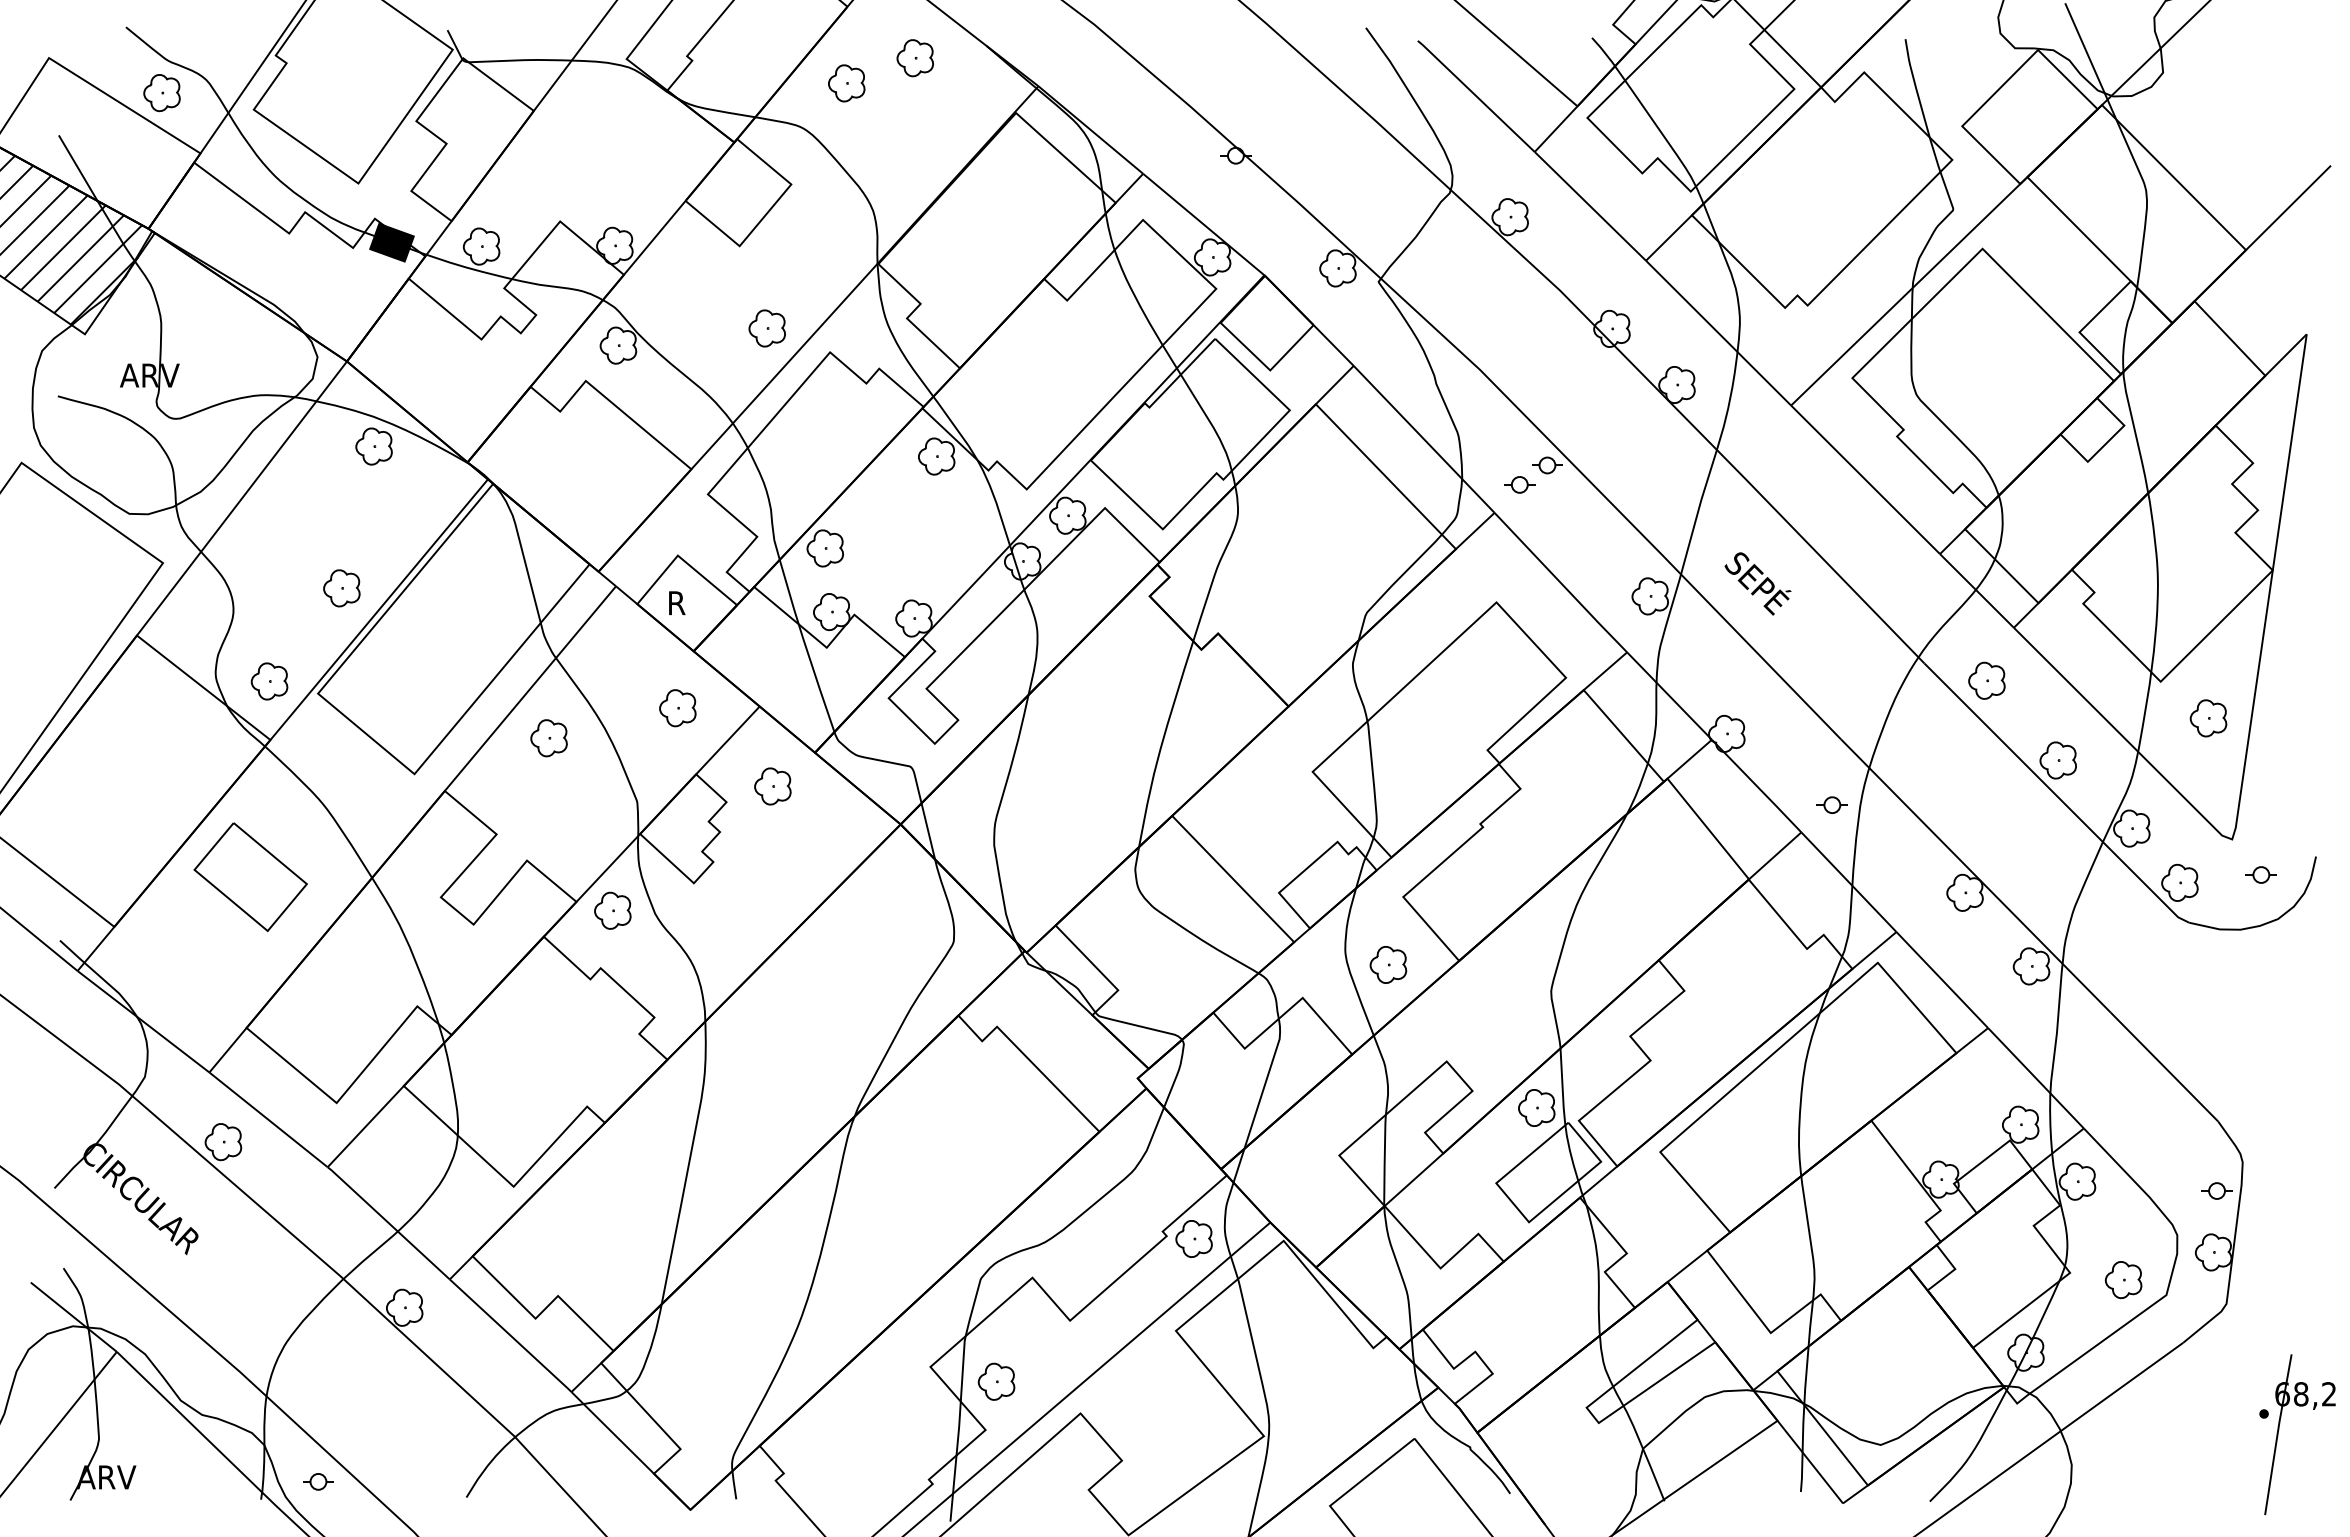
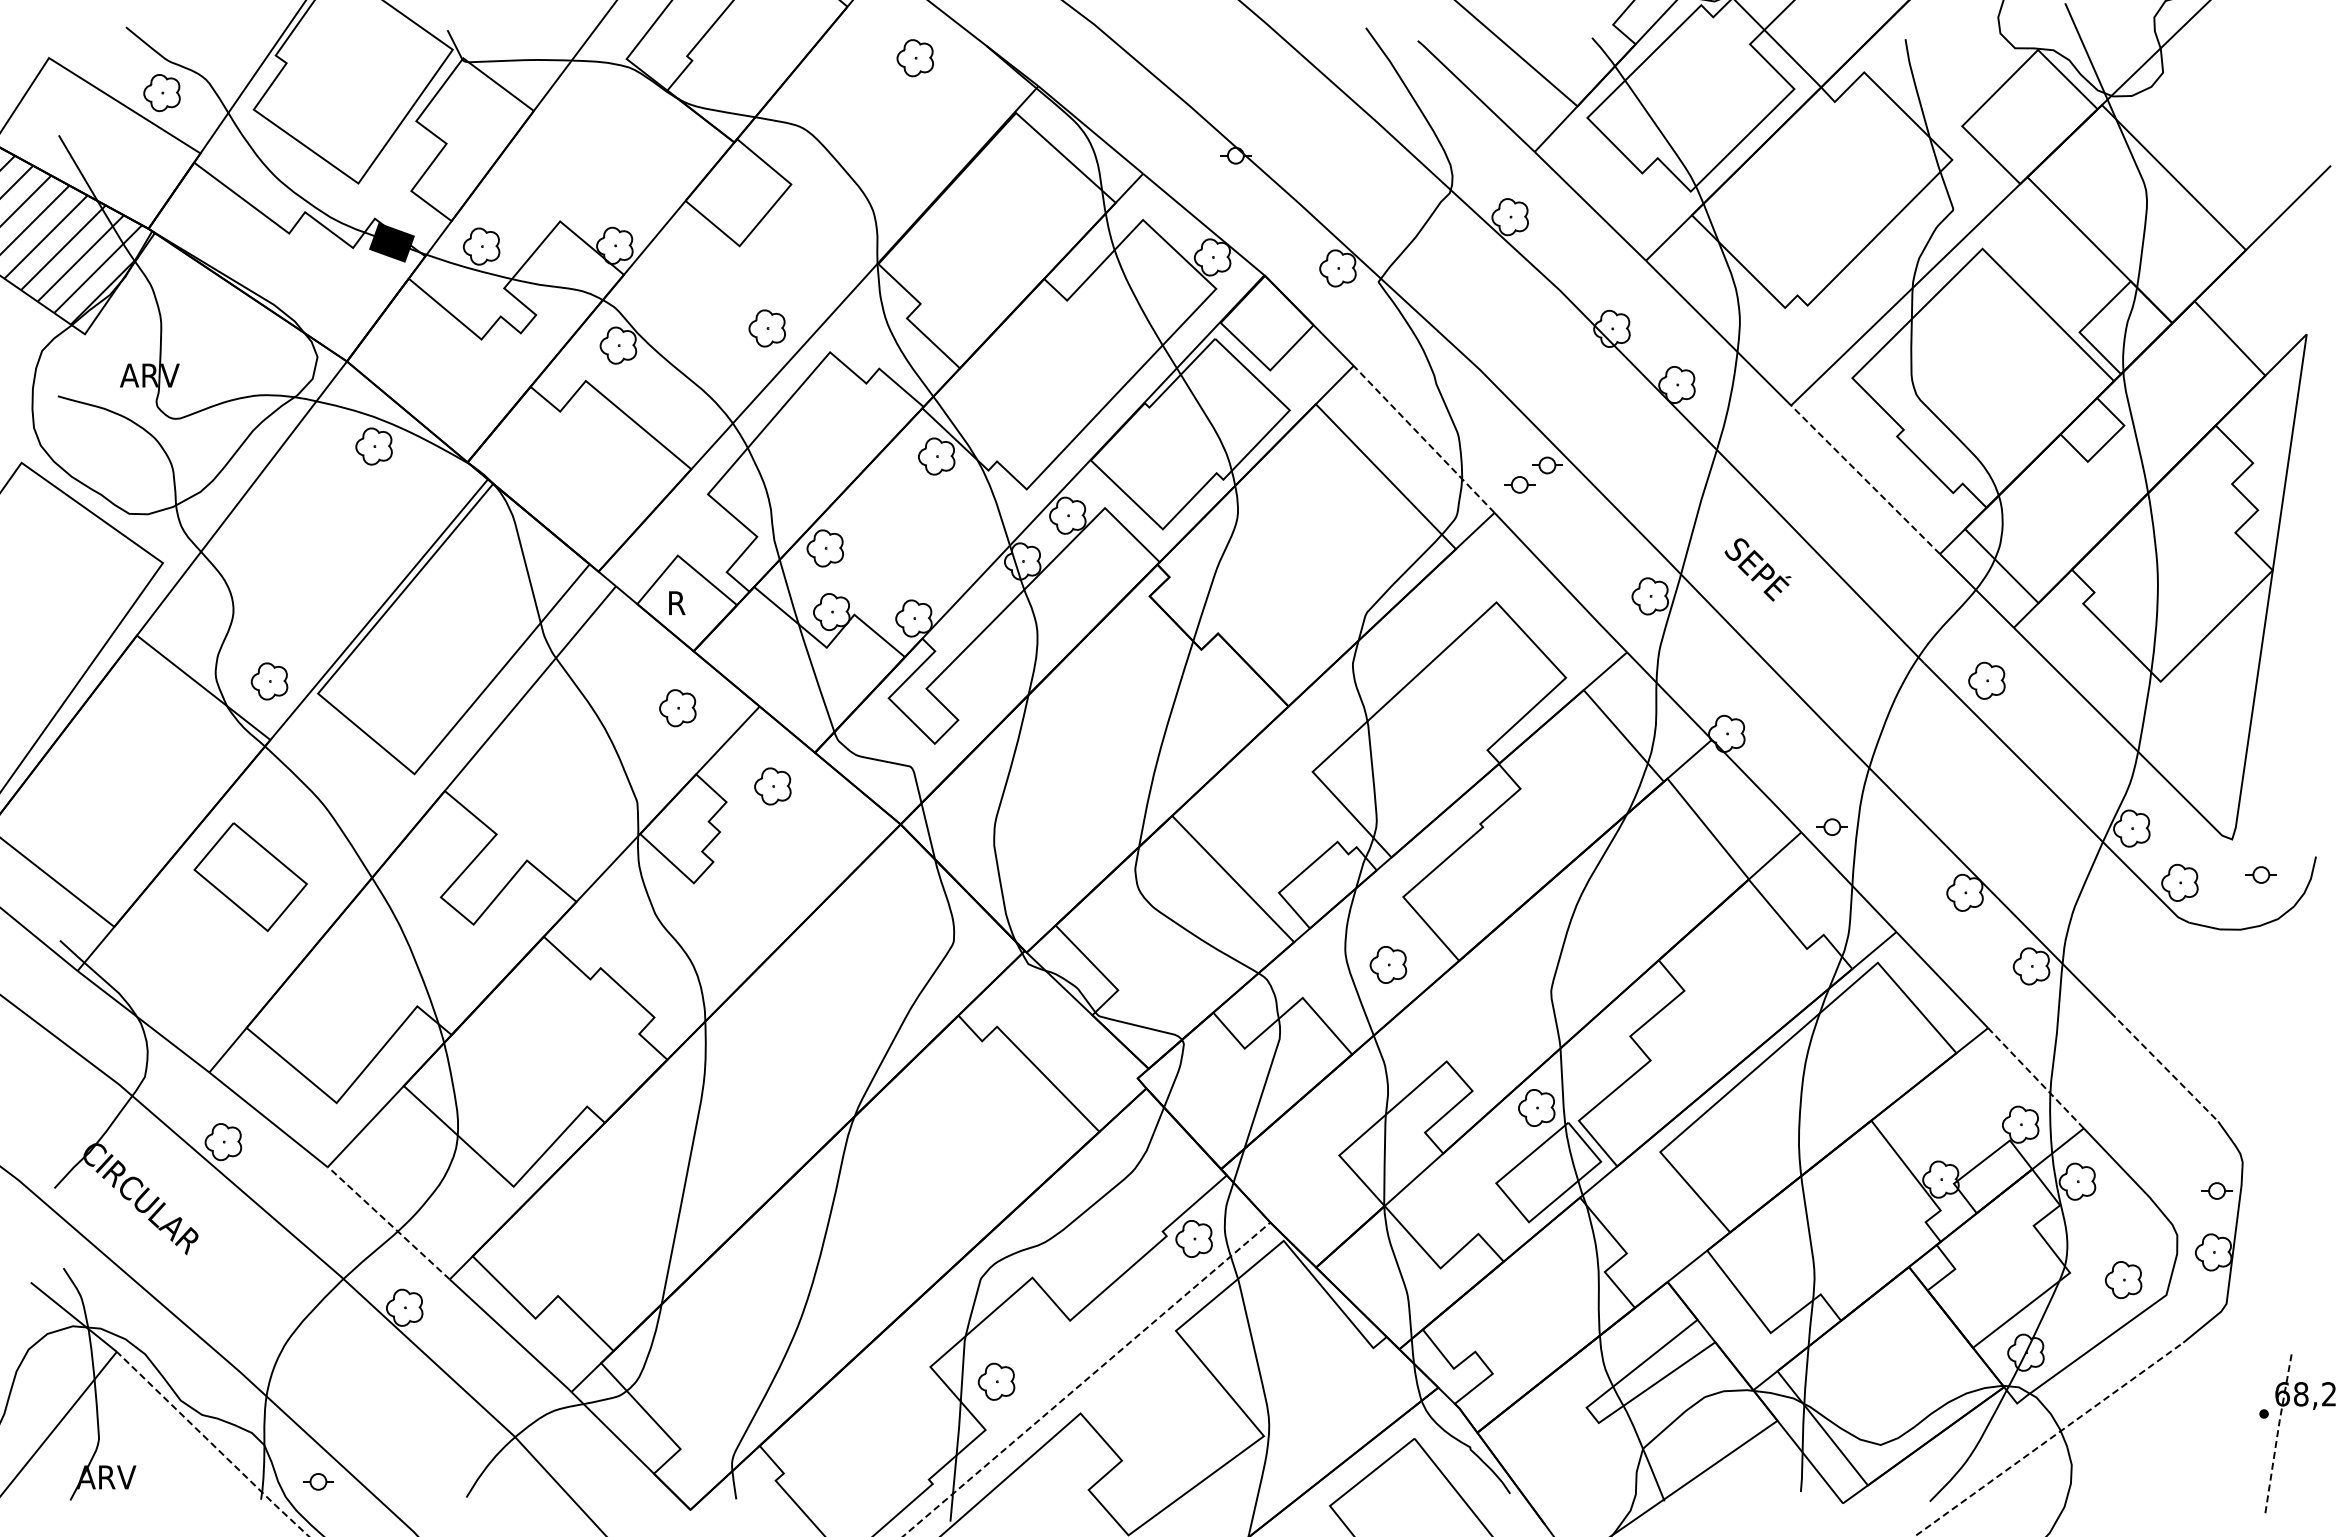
part at (846, 83): present -> none
line at (1424, 439): solid -> dashed
line at (1865, 479): solid -> dashed
text at (1757, 583) position: (1757, 583) -> (1757, 569)
part at (341, 588): present -> none
part at (2208, 718): present -> none
part at (548, 738): present -> none
part at (2057, 760): present -> none
part at (1831, 804) position: (1831, 804) -> (1831, 826)
part at (612, 910): present -> none
line at (2164, 1067): solid -> dashed
line at (2035, 1077): solid -> dashed
line at (388, 1222): solid -> dashed
line at (1086, 1379): solid -> dashed
line at (2277, 1434): solid -> dashed
line at (2048, 1439): solid -> dashed
line at (212, 1444): solid -> dashed
